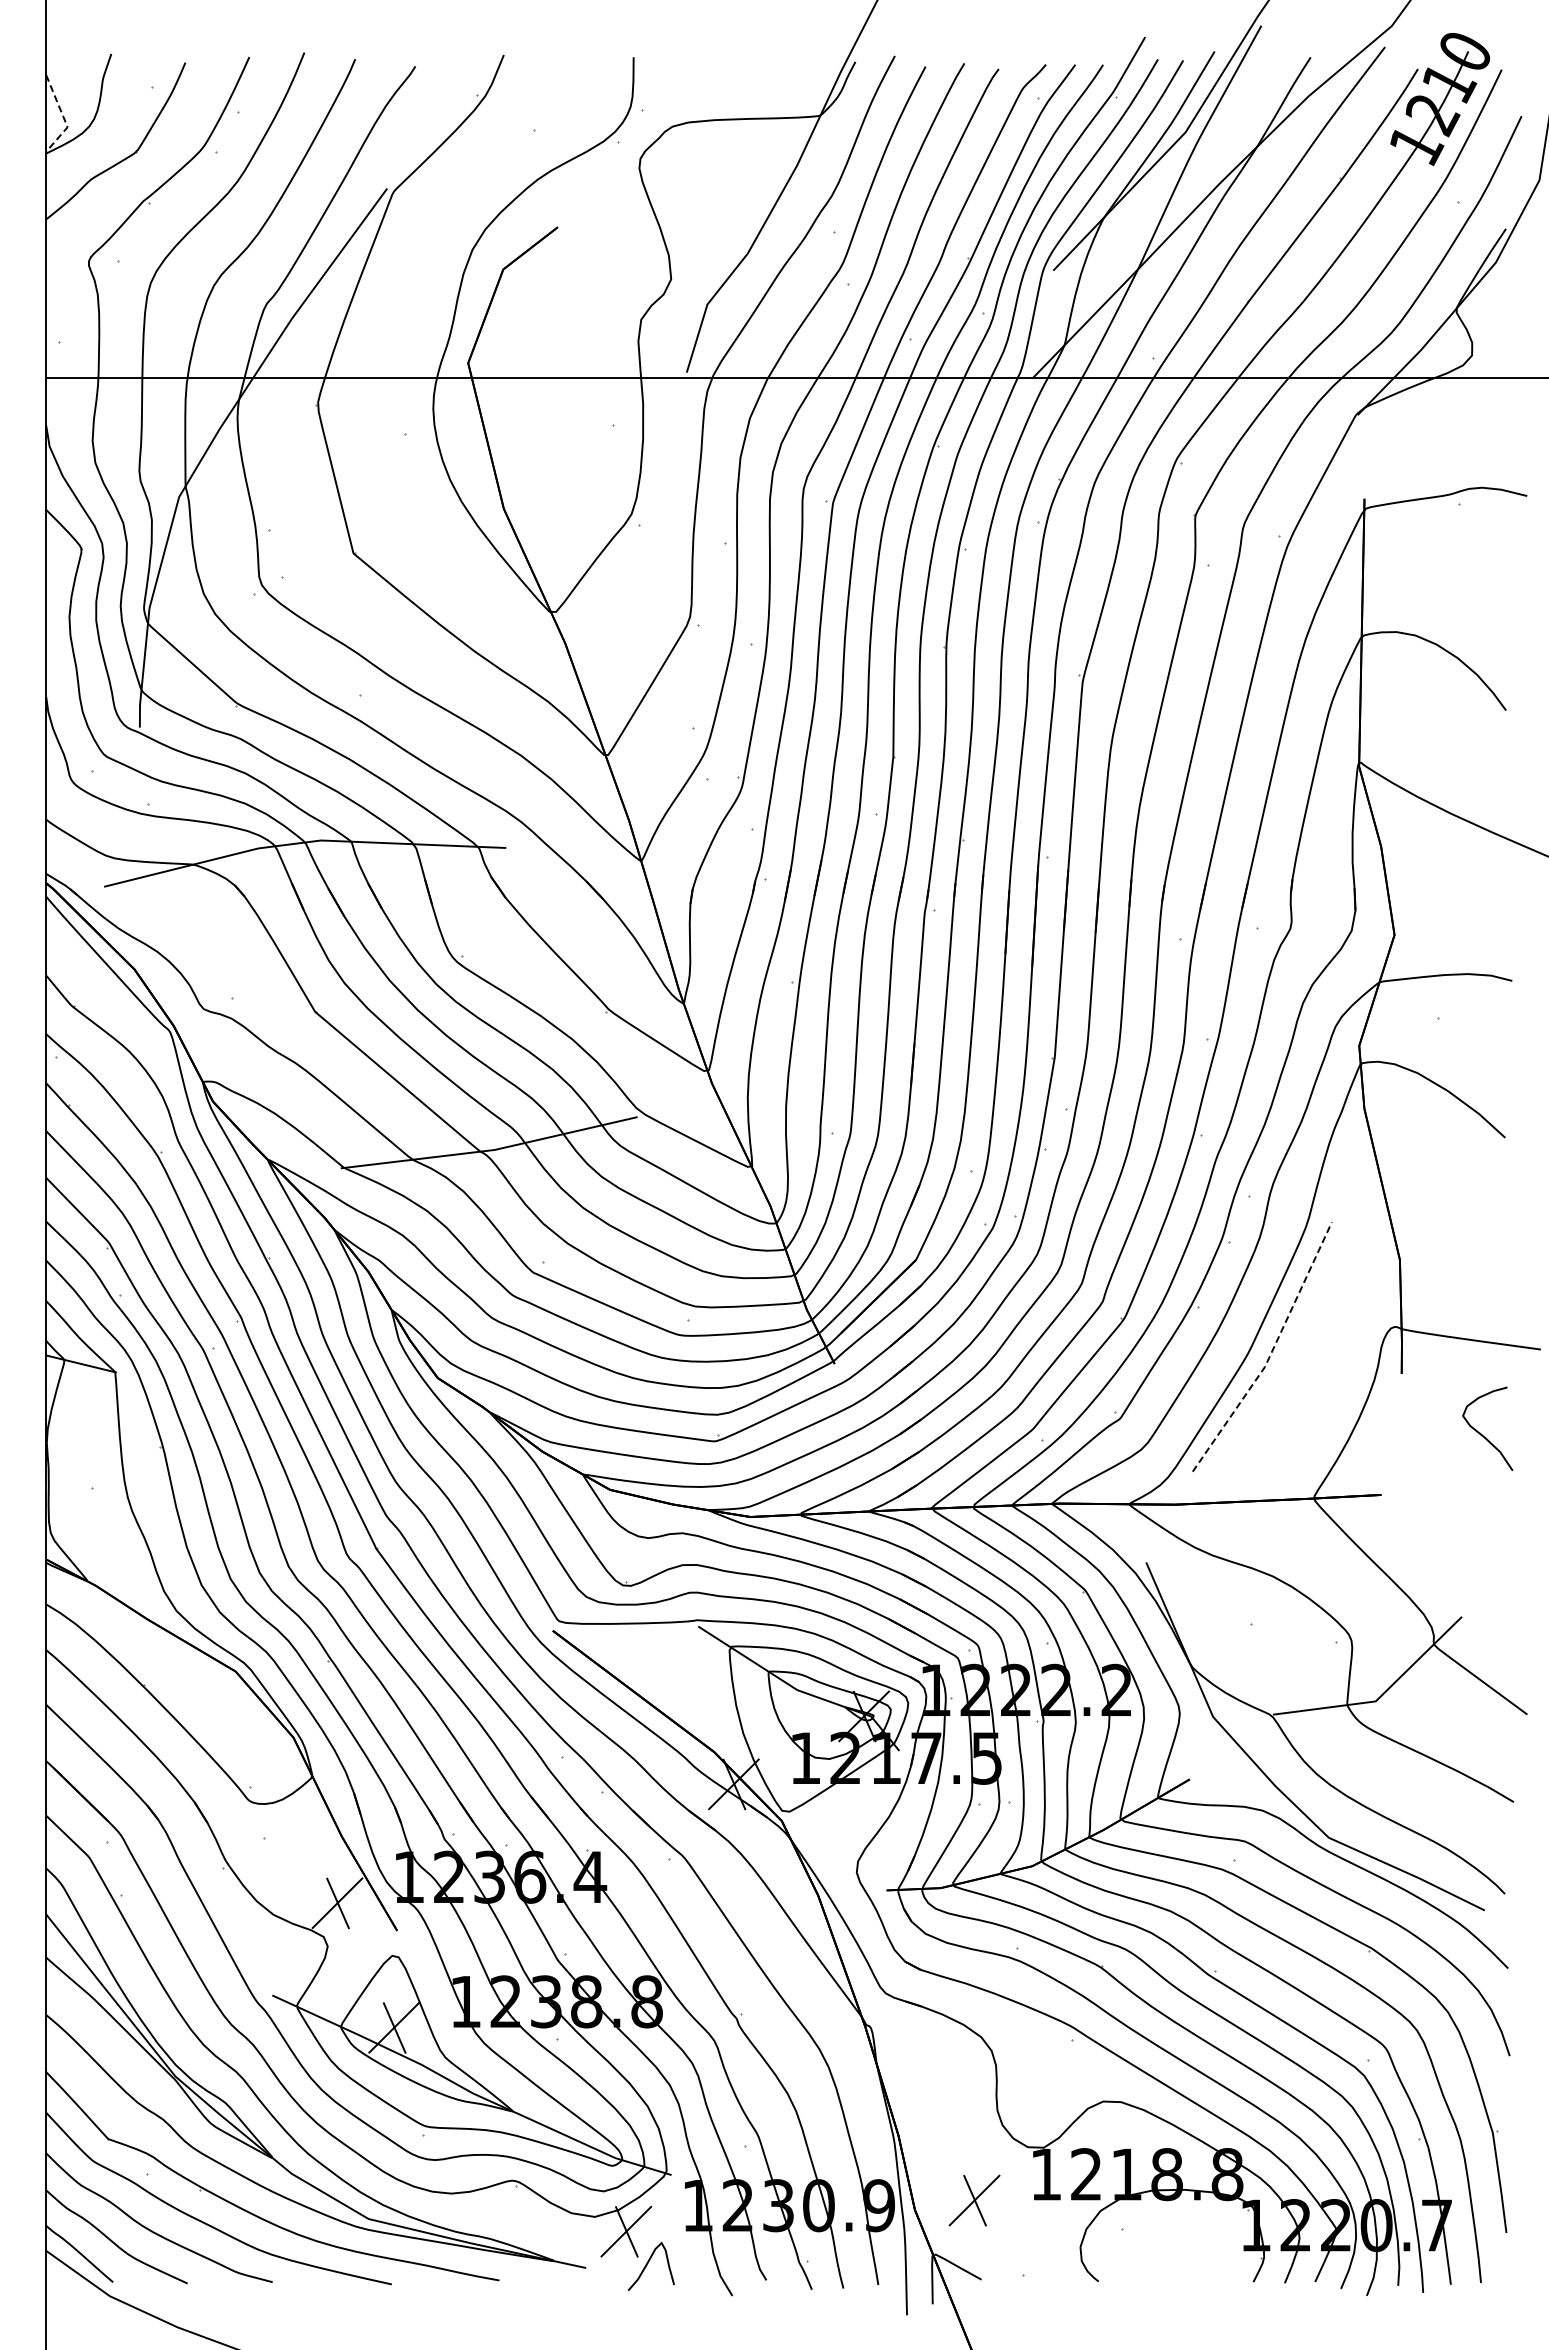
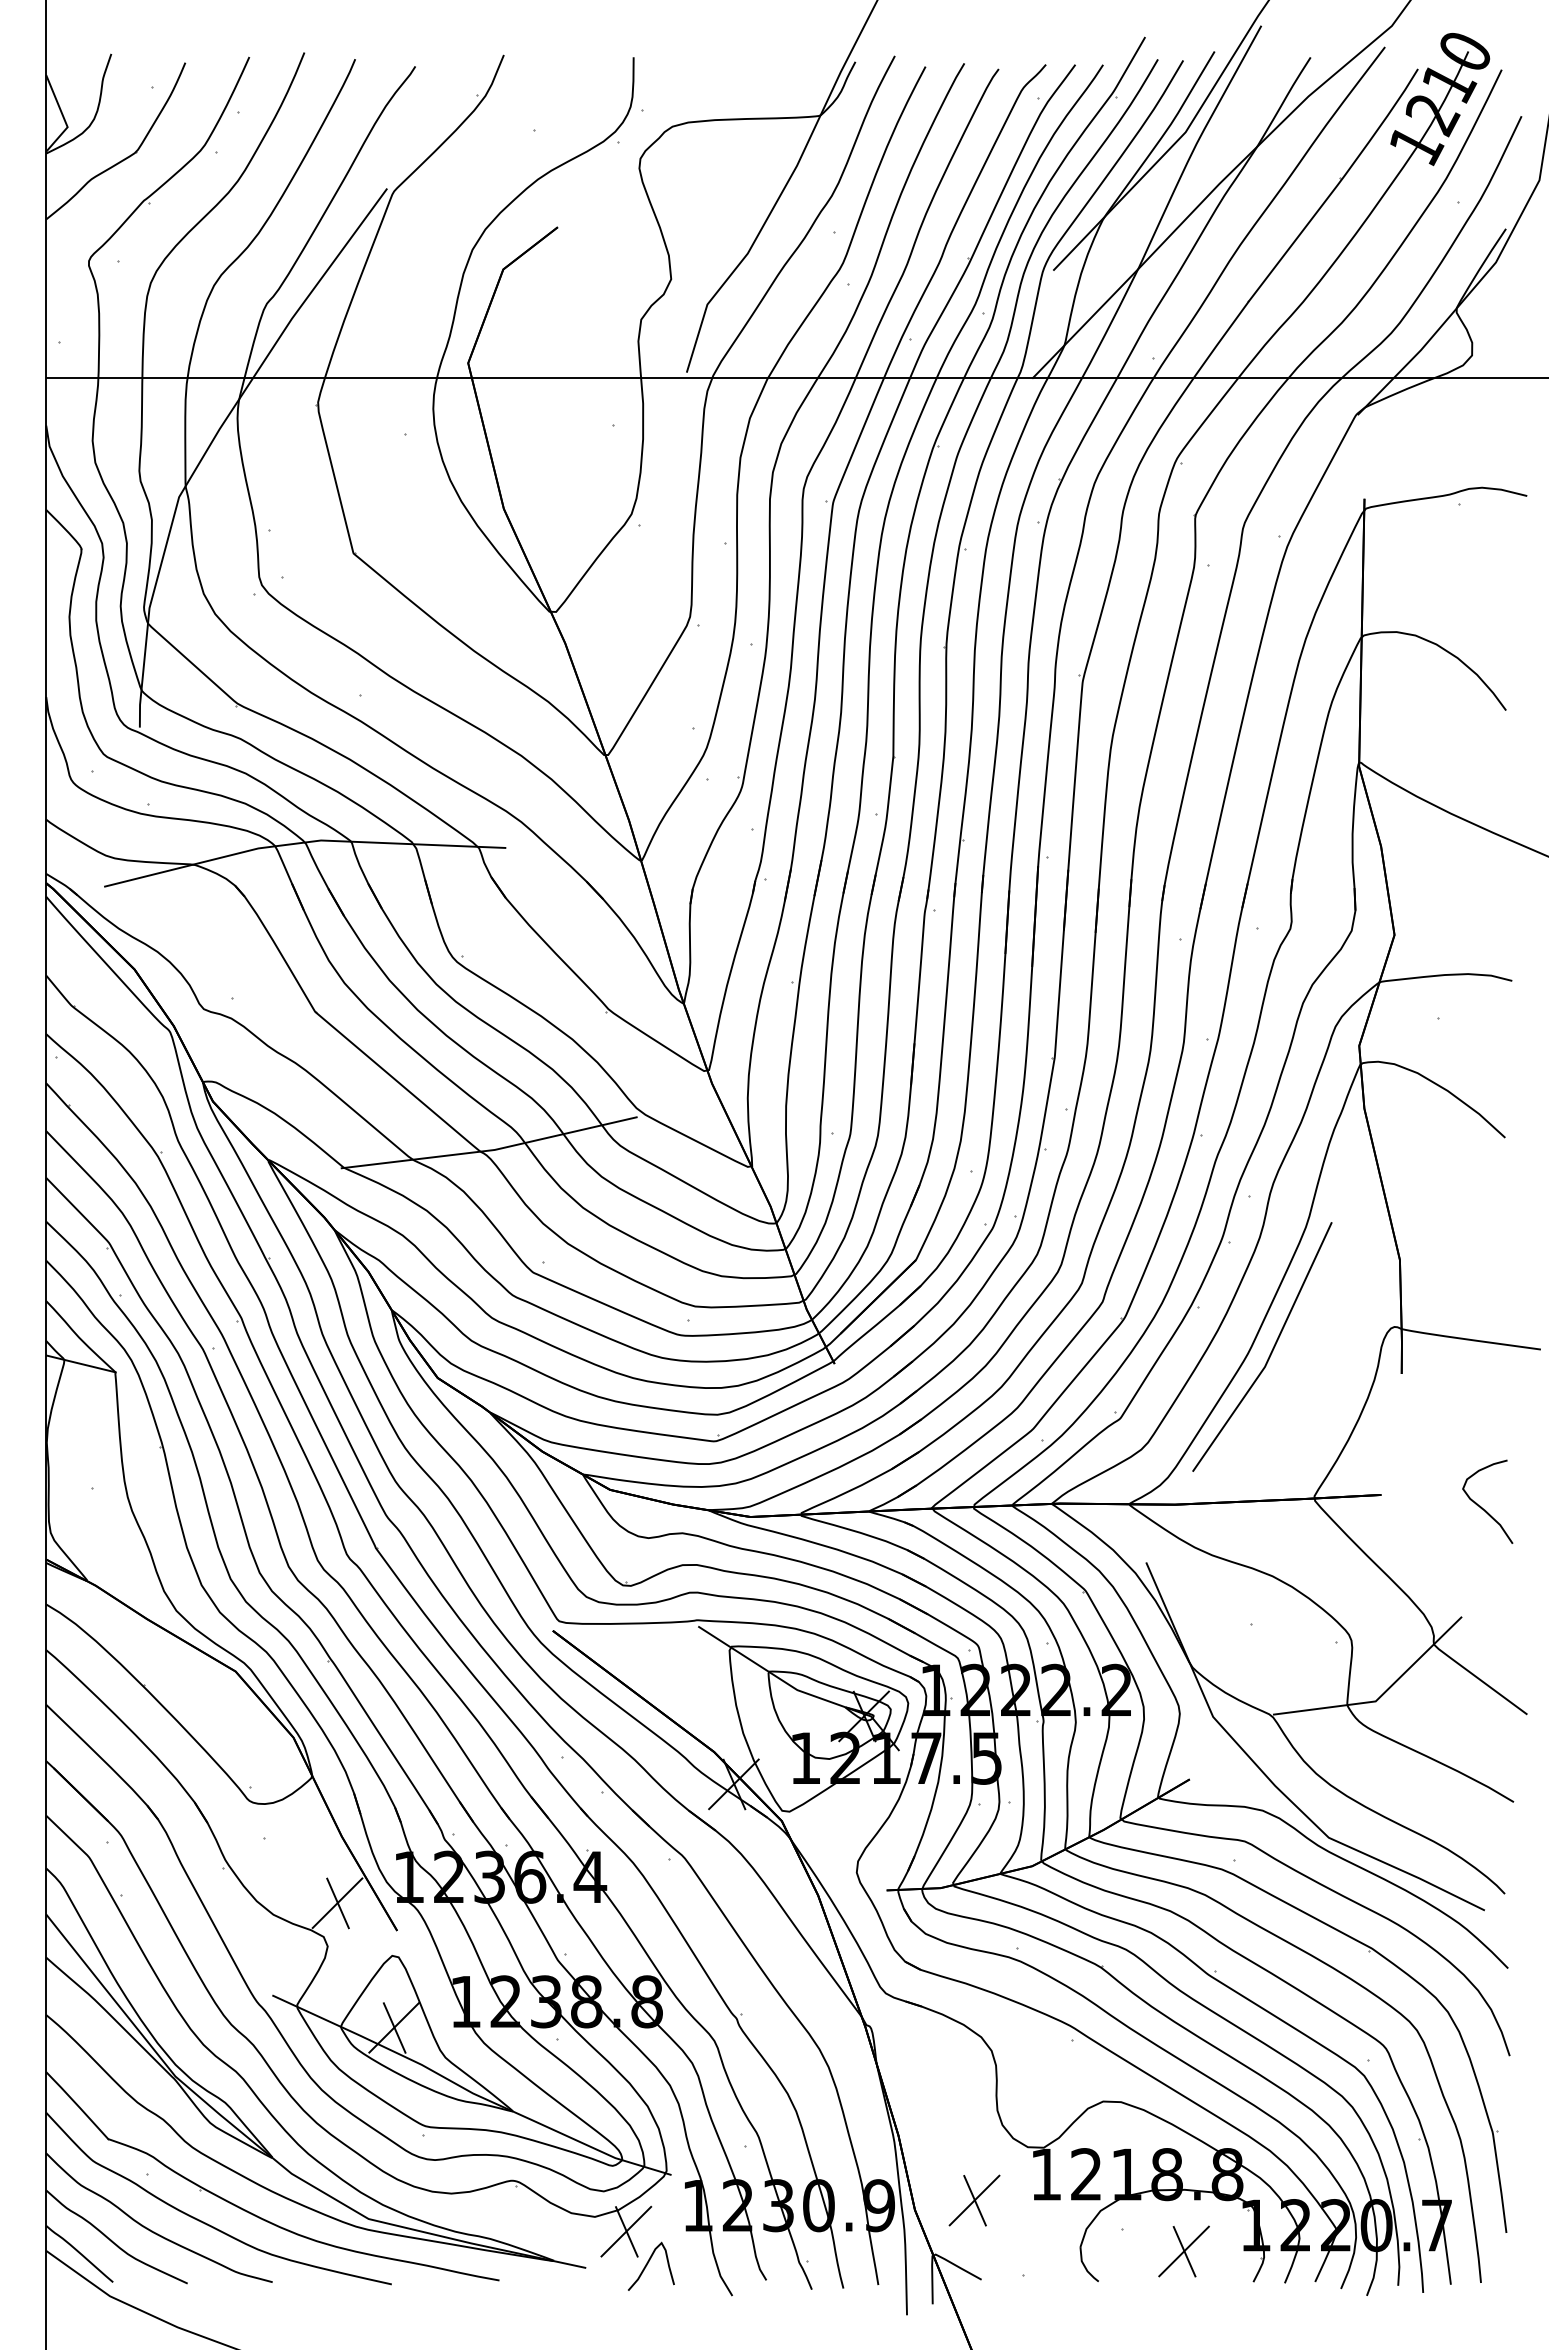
line at (63, 117): dashed -> solid
line at (1271, 1352): dashed -> solid
curve at (1481, 1433) position: (1481, 1433) -> (1481, 1506)
part at (1183, 2251): none -> present
